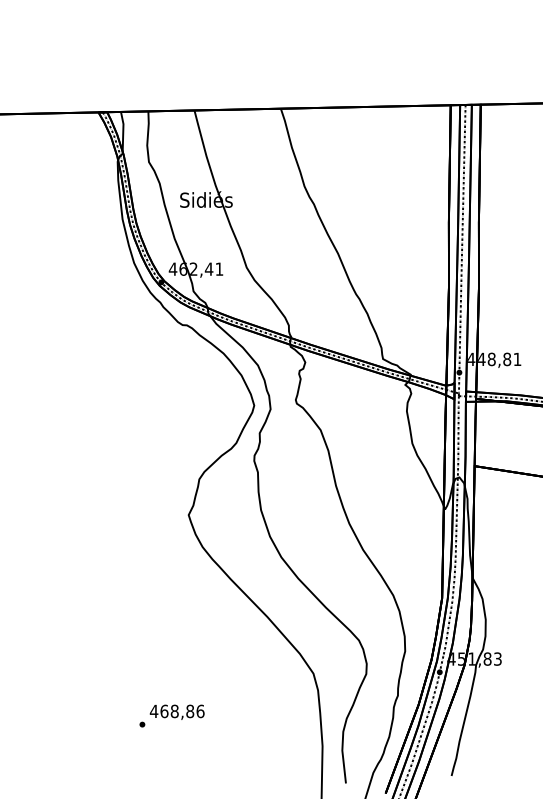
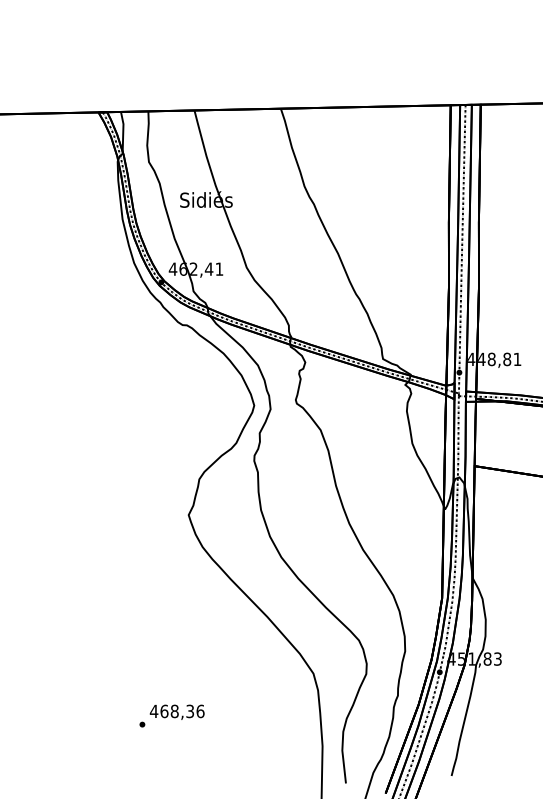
text at (190, 711): 468,86 -> 468,36
